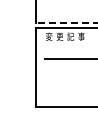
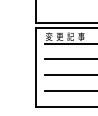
line at (66, 23): dashed -> solid
line at (69, 43): none -> present
line at (69, 75): none -> present
line at (69, 91): none -> present
